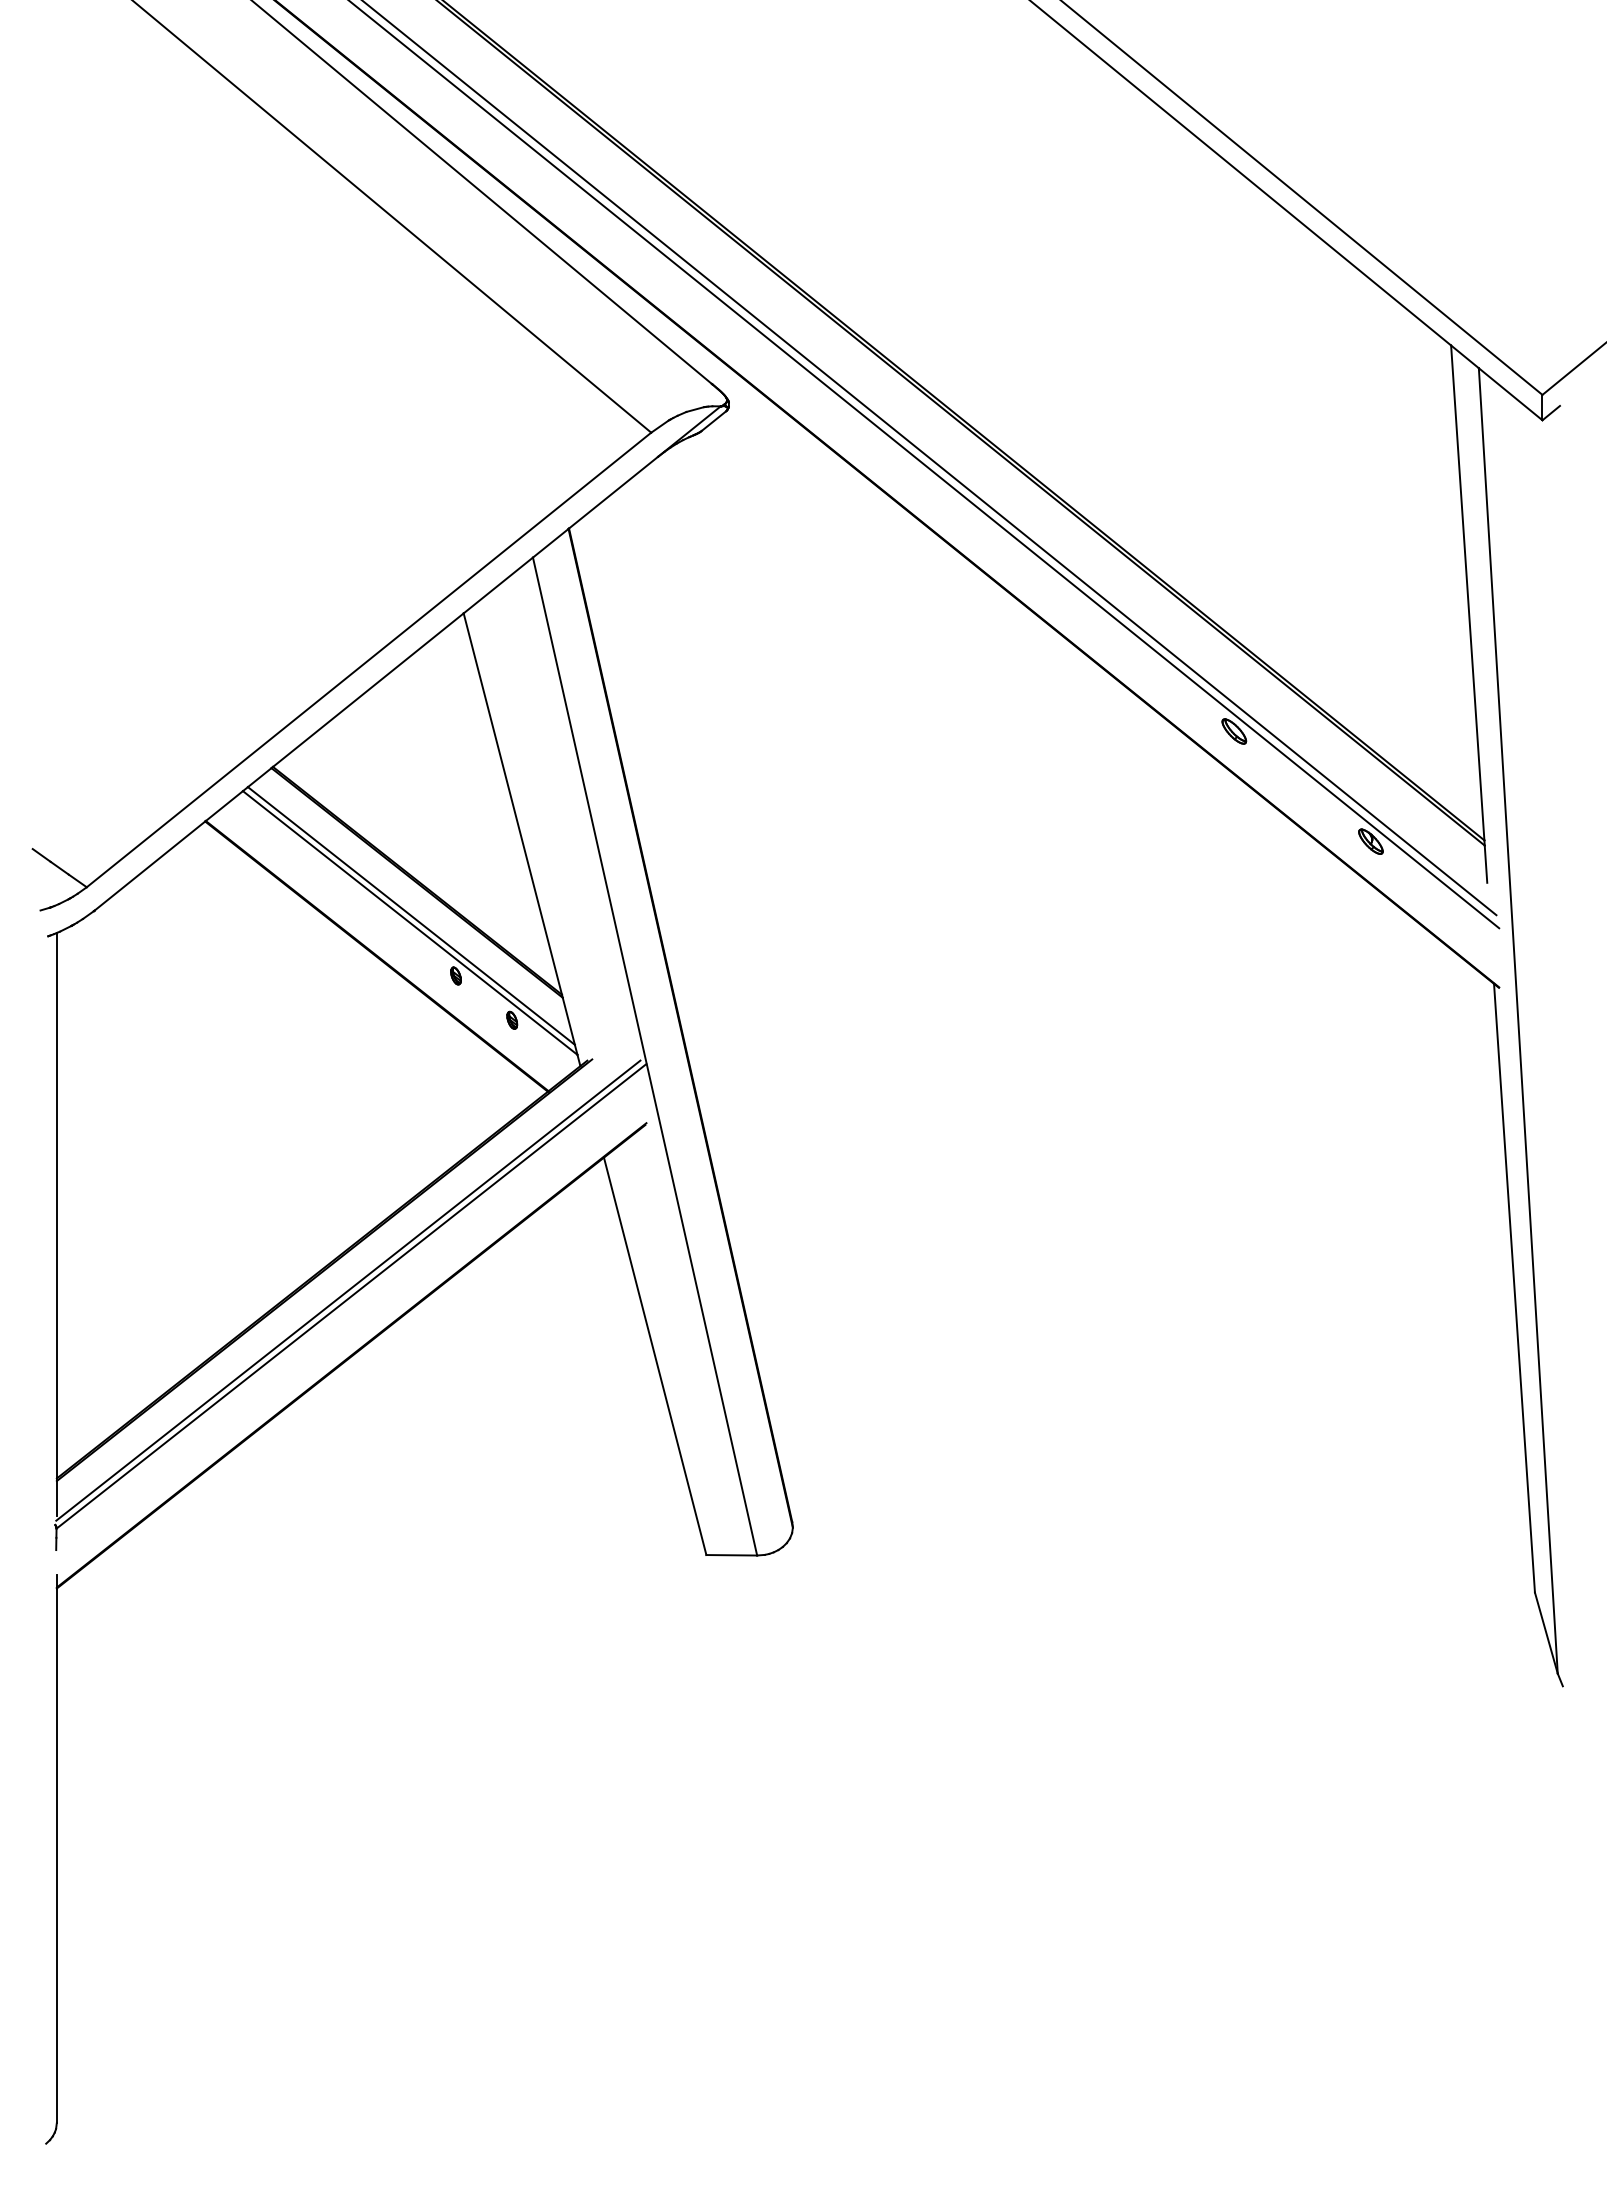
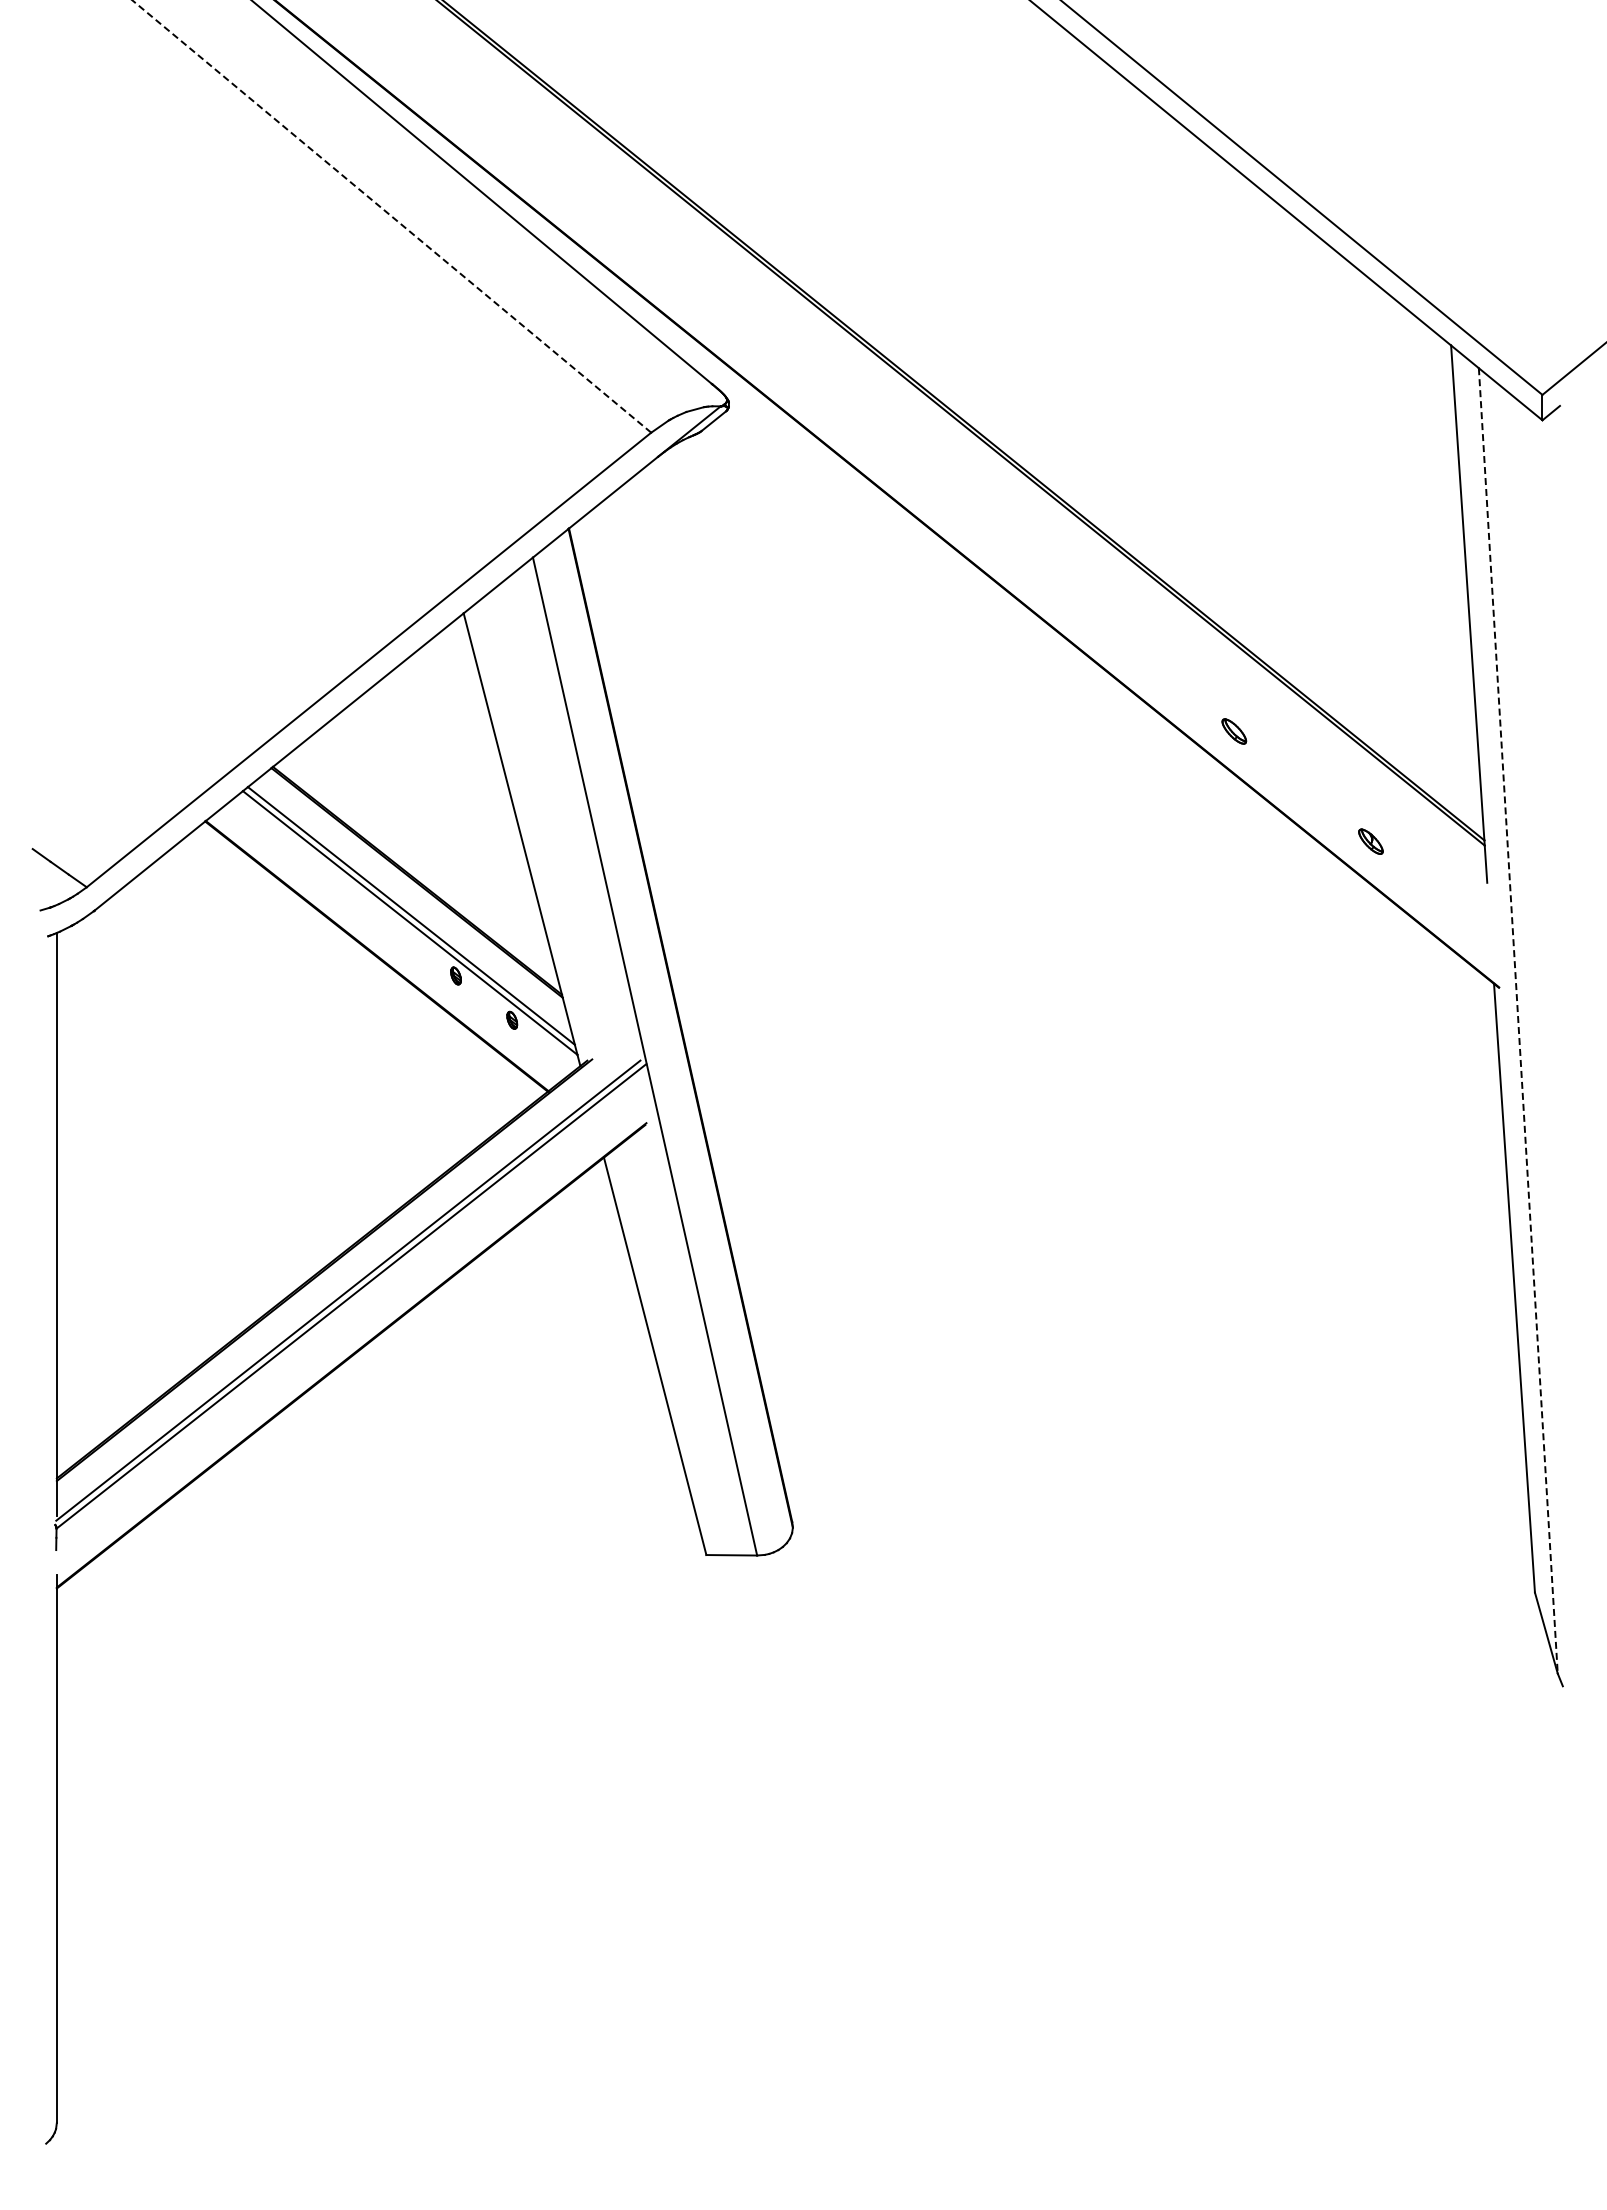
line at (391, 216): solid -> dashed
line at (930, 458): present -> none
line at (924, 465): present -> none
line at (1518, 1020): solid -> dashed
